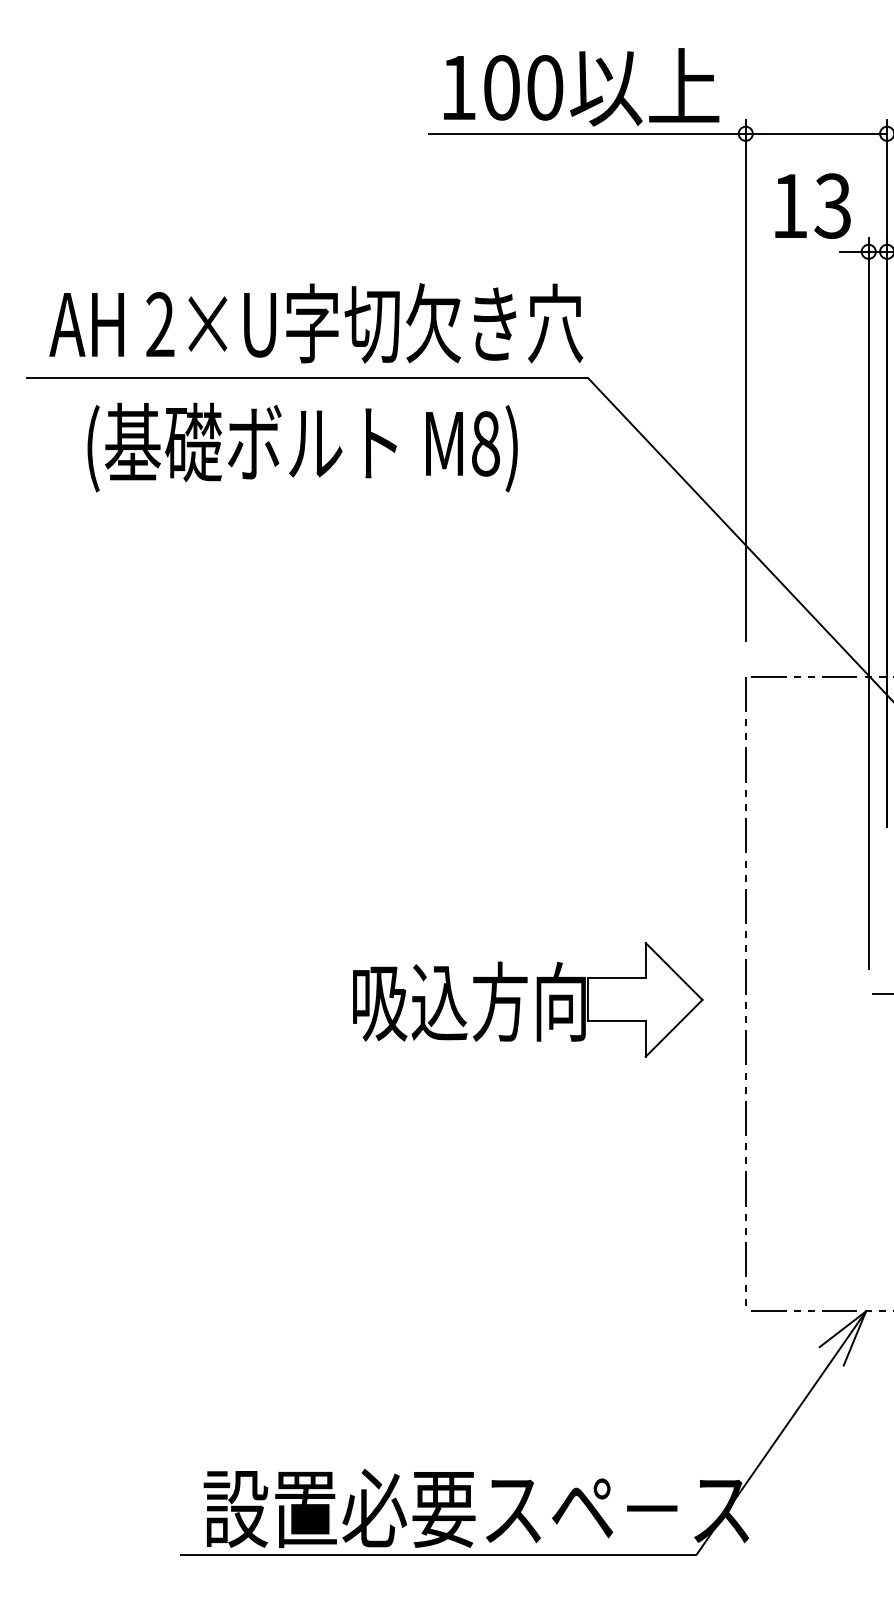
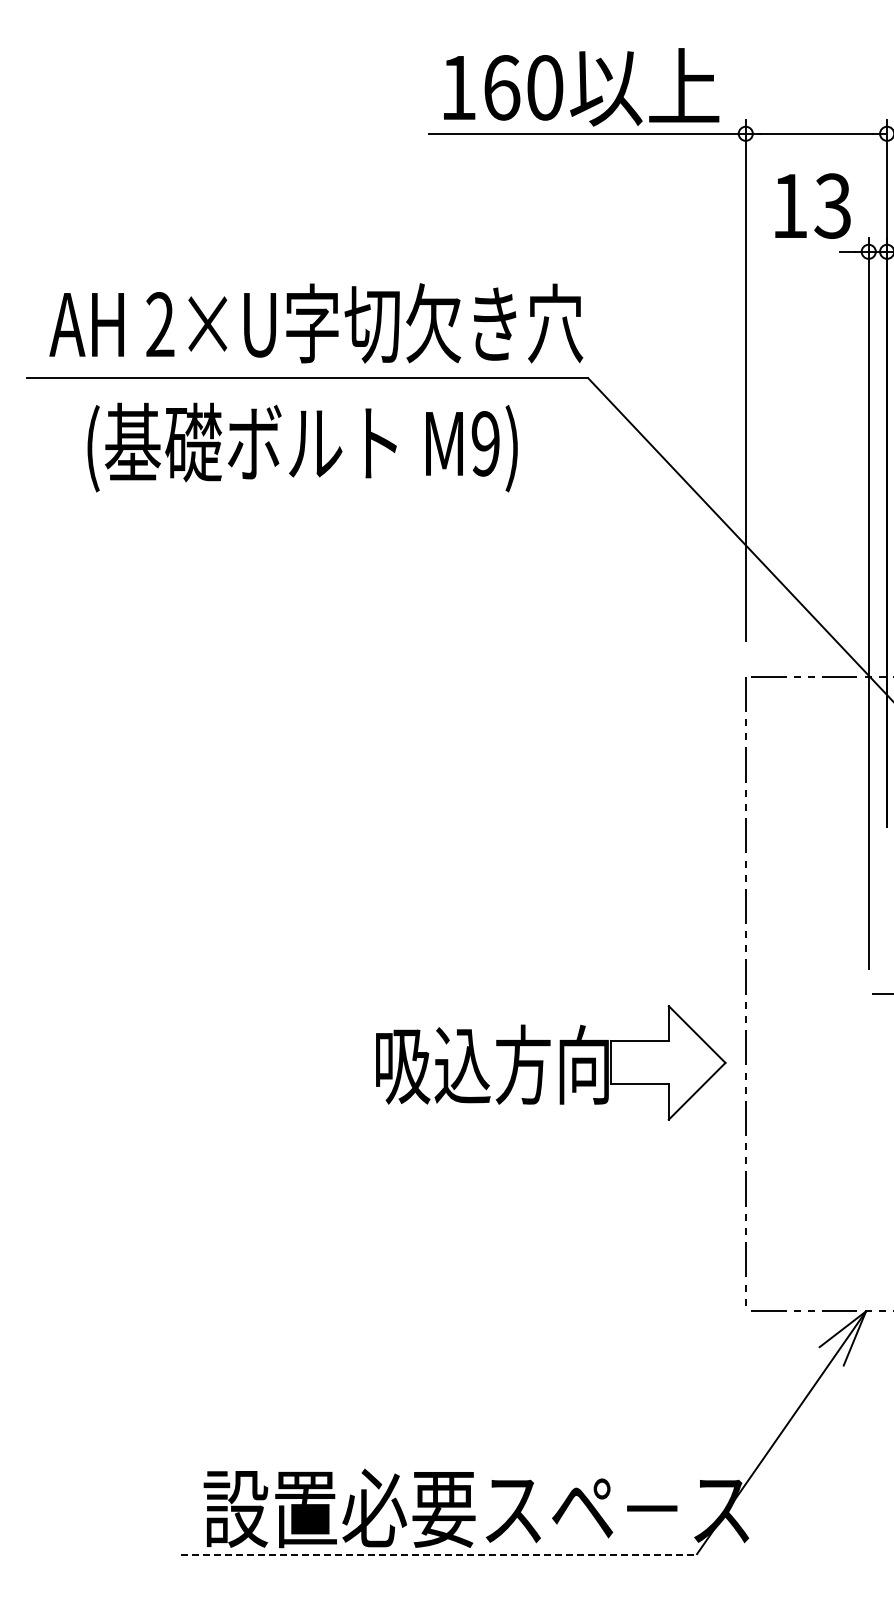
text at (502, 87): 100 -> 160
text at (485, 443): M8) -> M9)
part at (520, 999) position: (520, 999) -> (543, 1062)
line at (438, 1554): solid -> dashed
